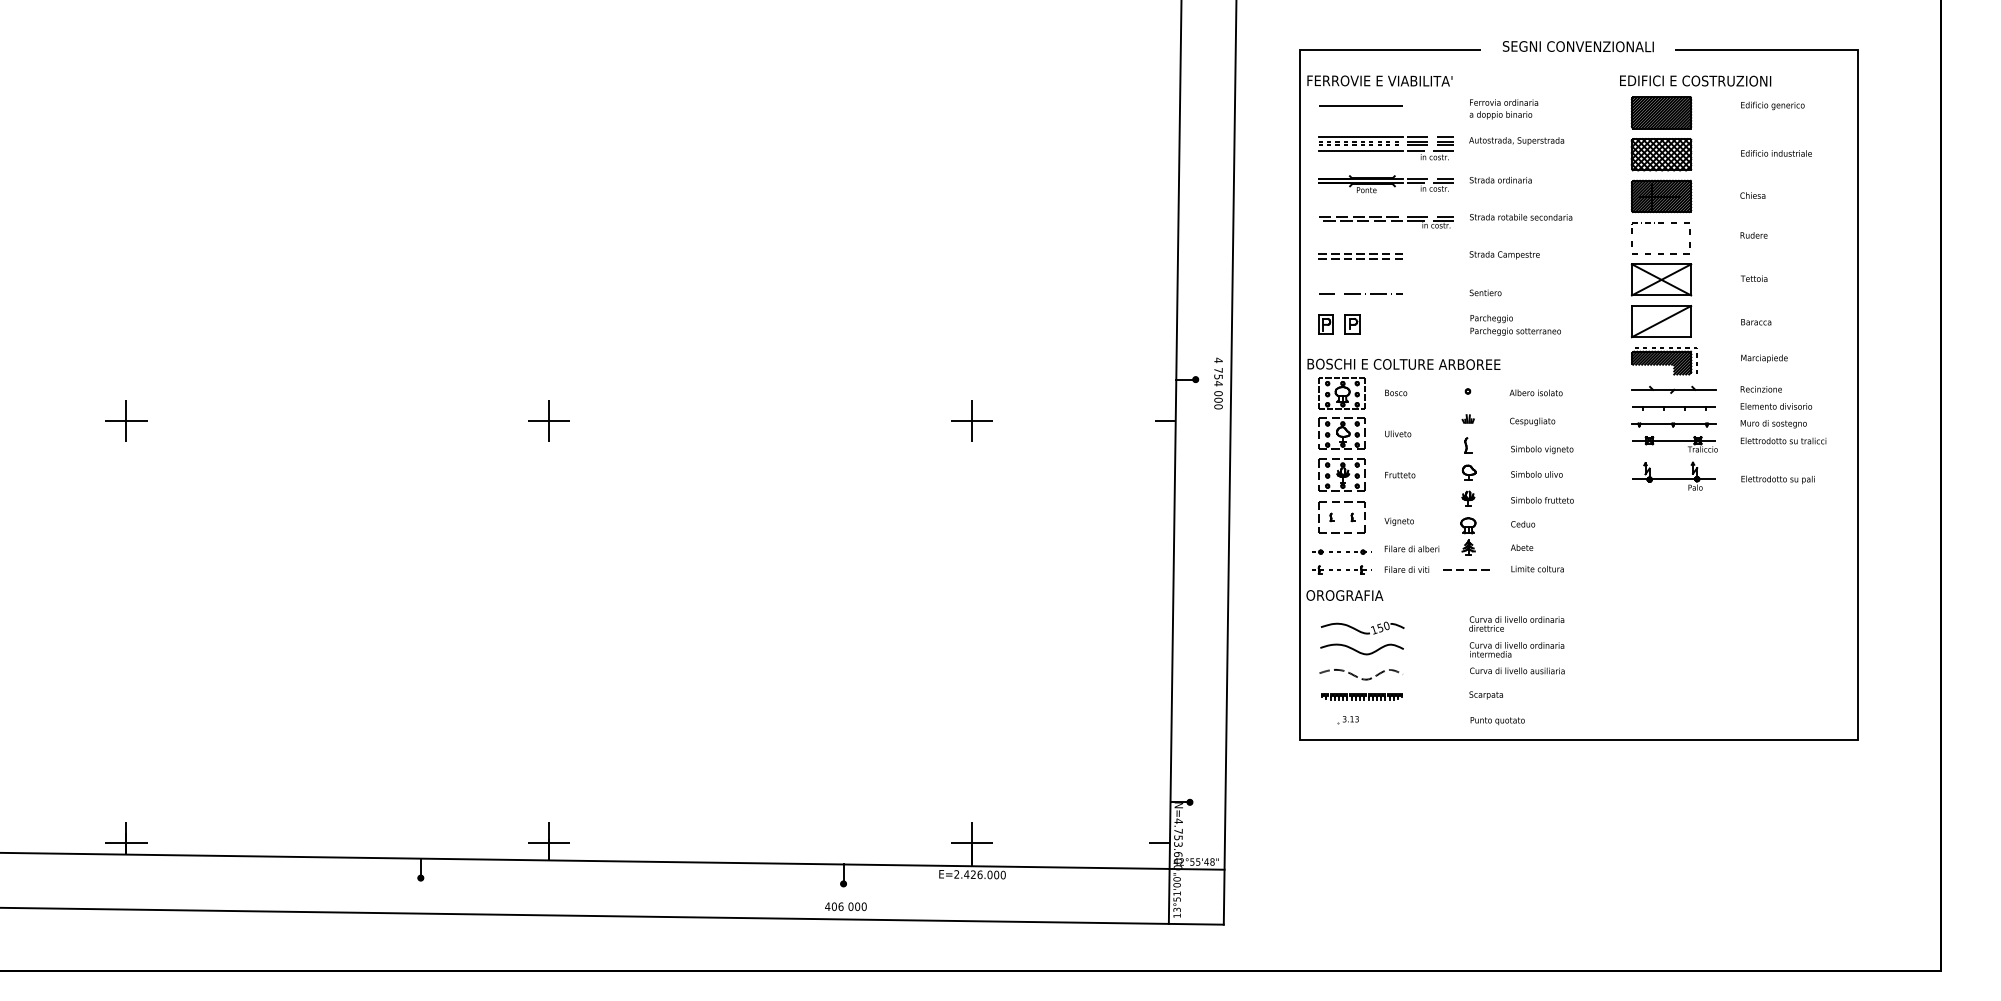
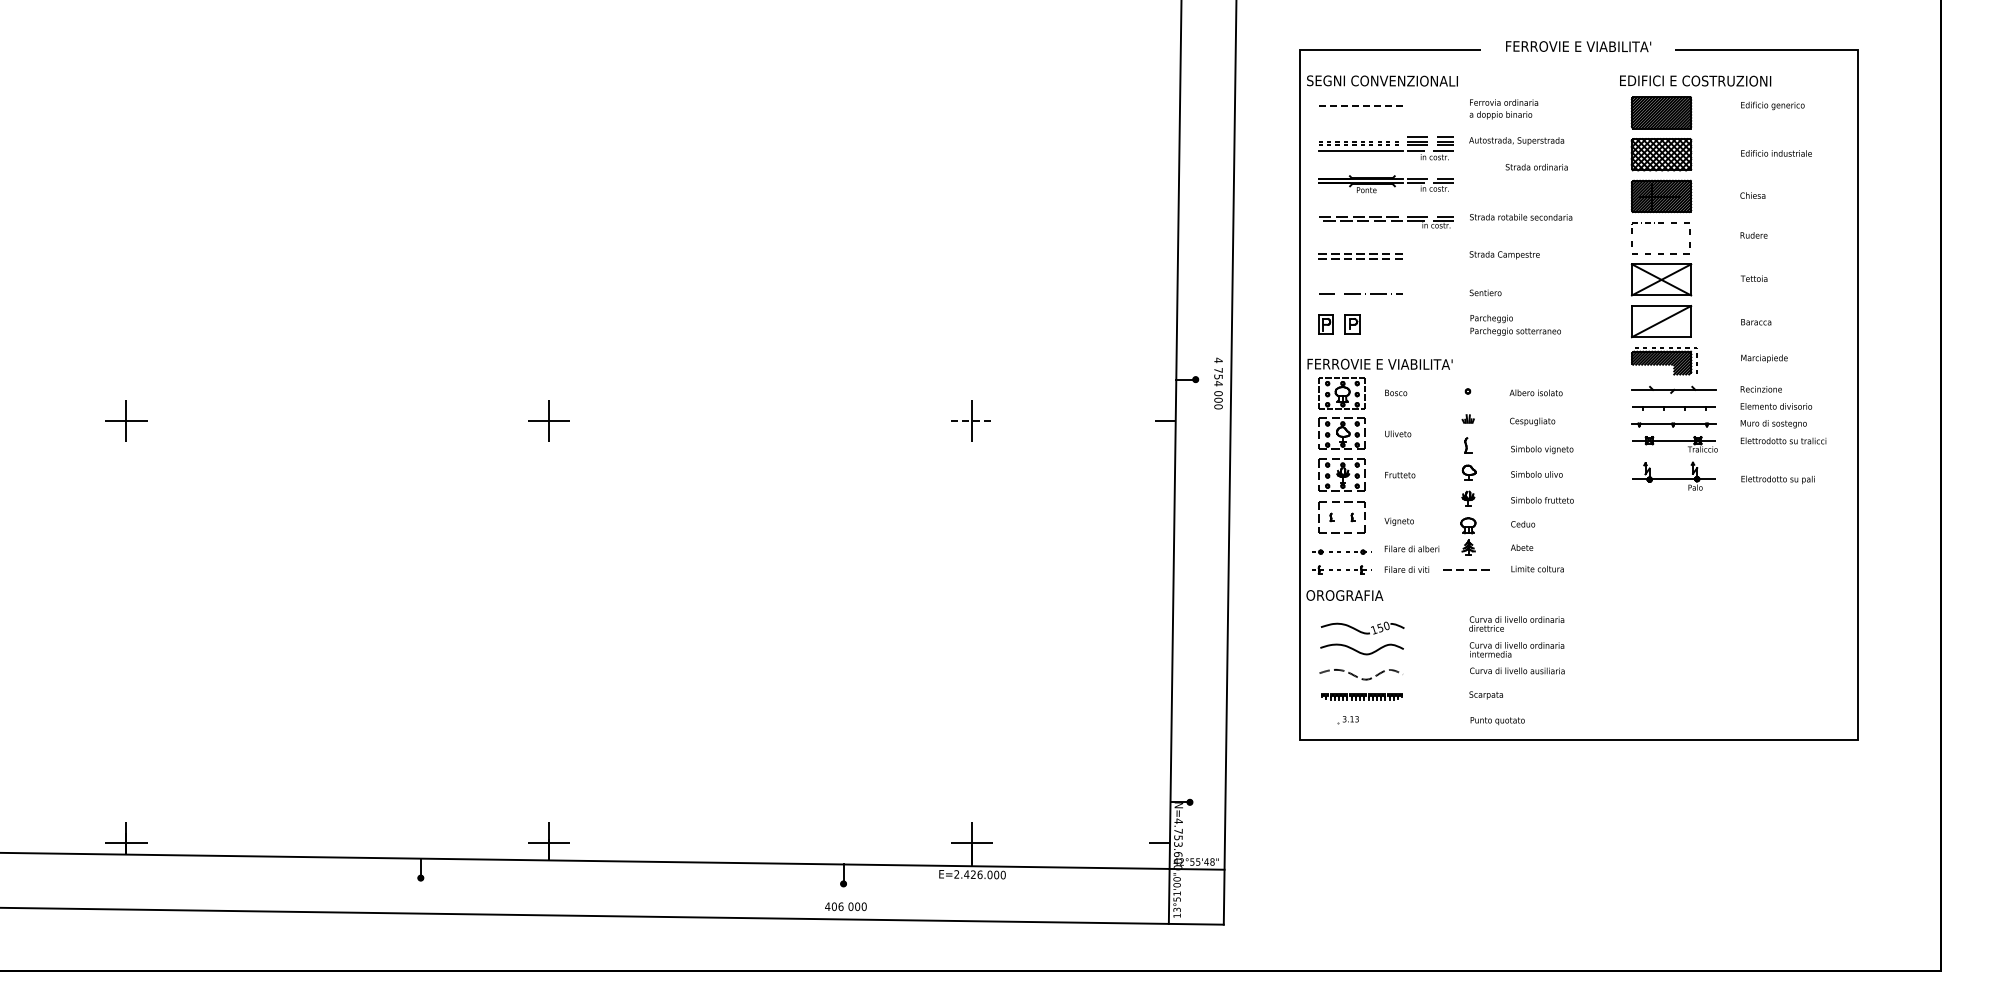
text at (1577, 46): SEGNI CONVENZIONALI -> FERROVIE E VIABILITA'
text at (1382, 80): FERROVIE E VIABILITA' -> SEGNI CONVENZIONALI
line at (1361, 106): solid -> dashed
line at (1360, 136): present -> none
text at (1500, 180) position: (1500, 180) -> (1536, 167)
text at (1404, 364): BOSCHI E COLTURE ARBOREE -> FERROVIE E VIABILITA'
line at (972, 420): solid -> dashed
